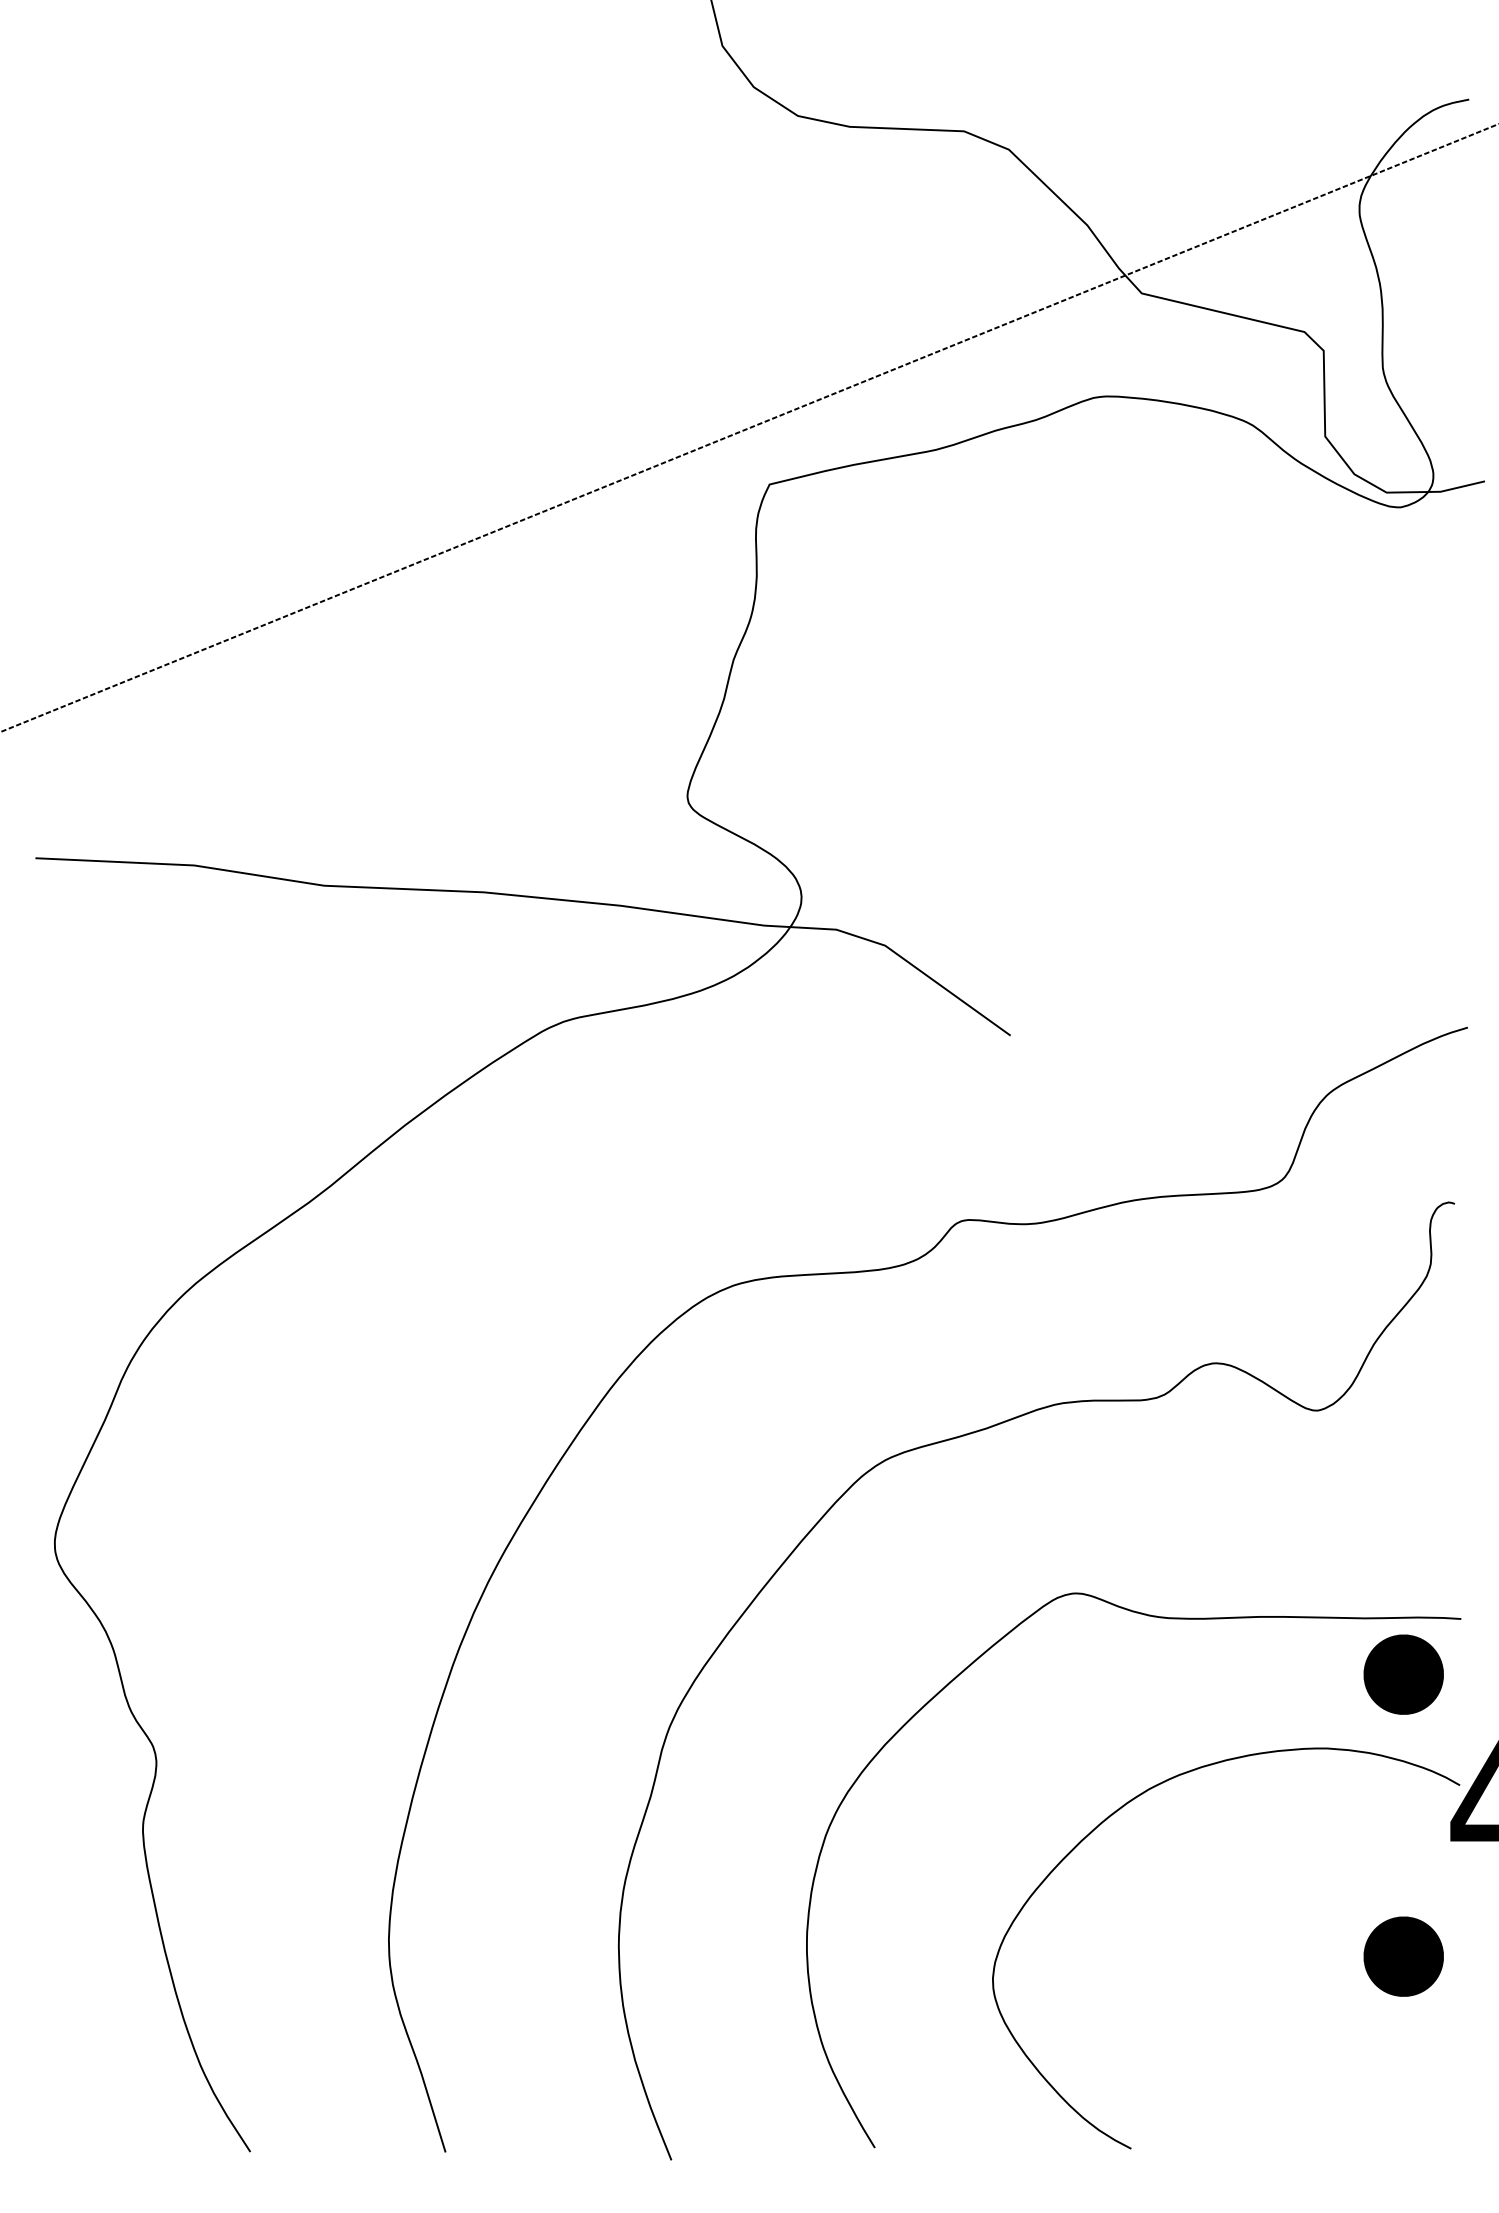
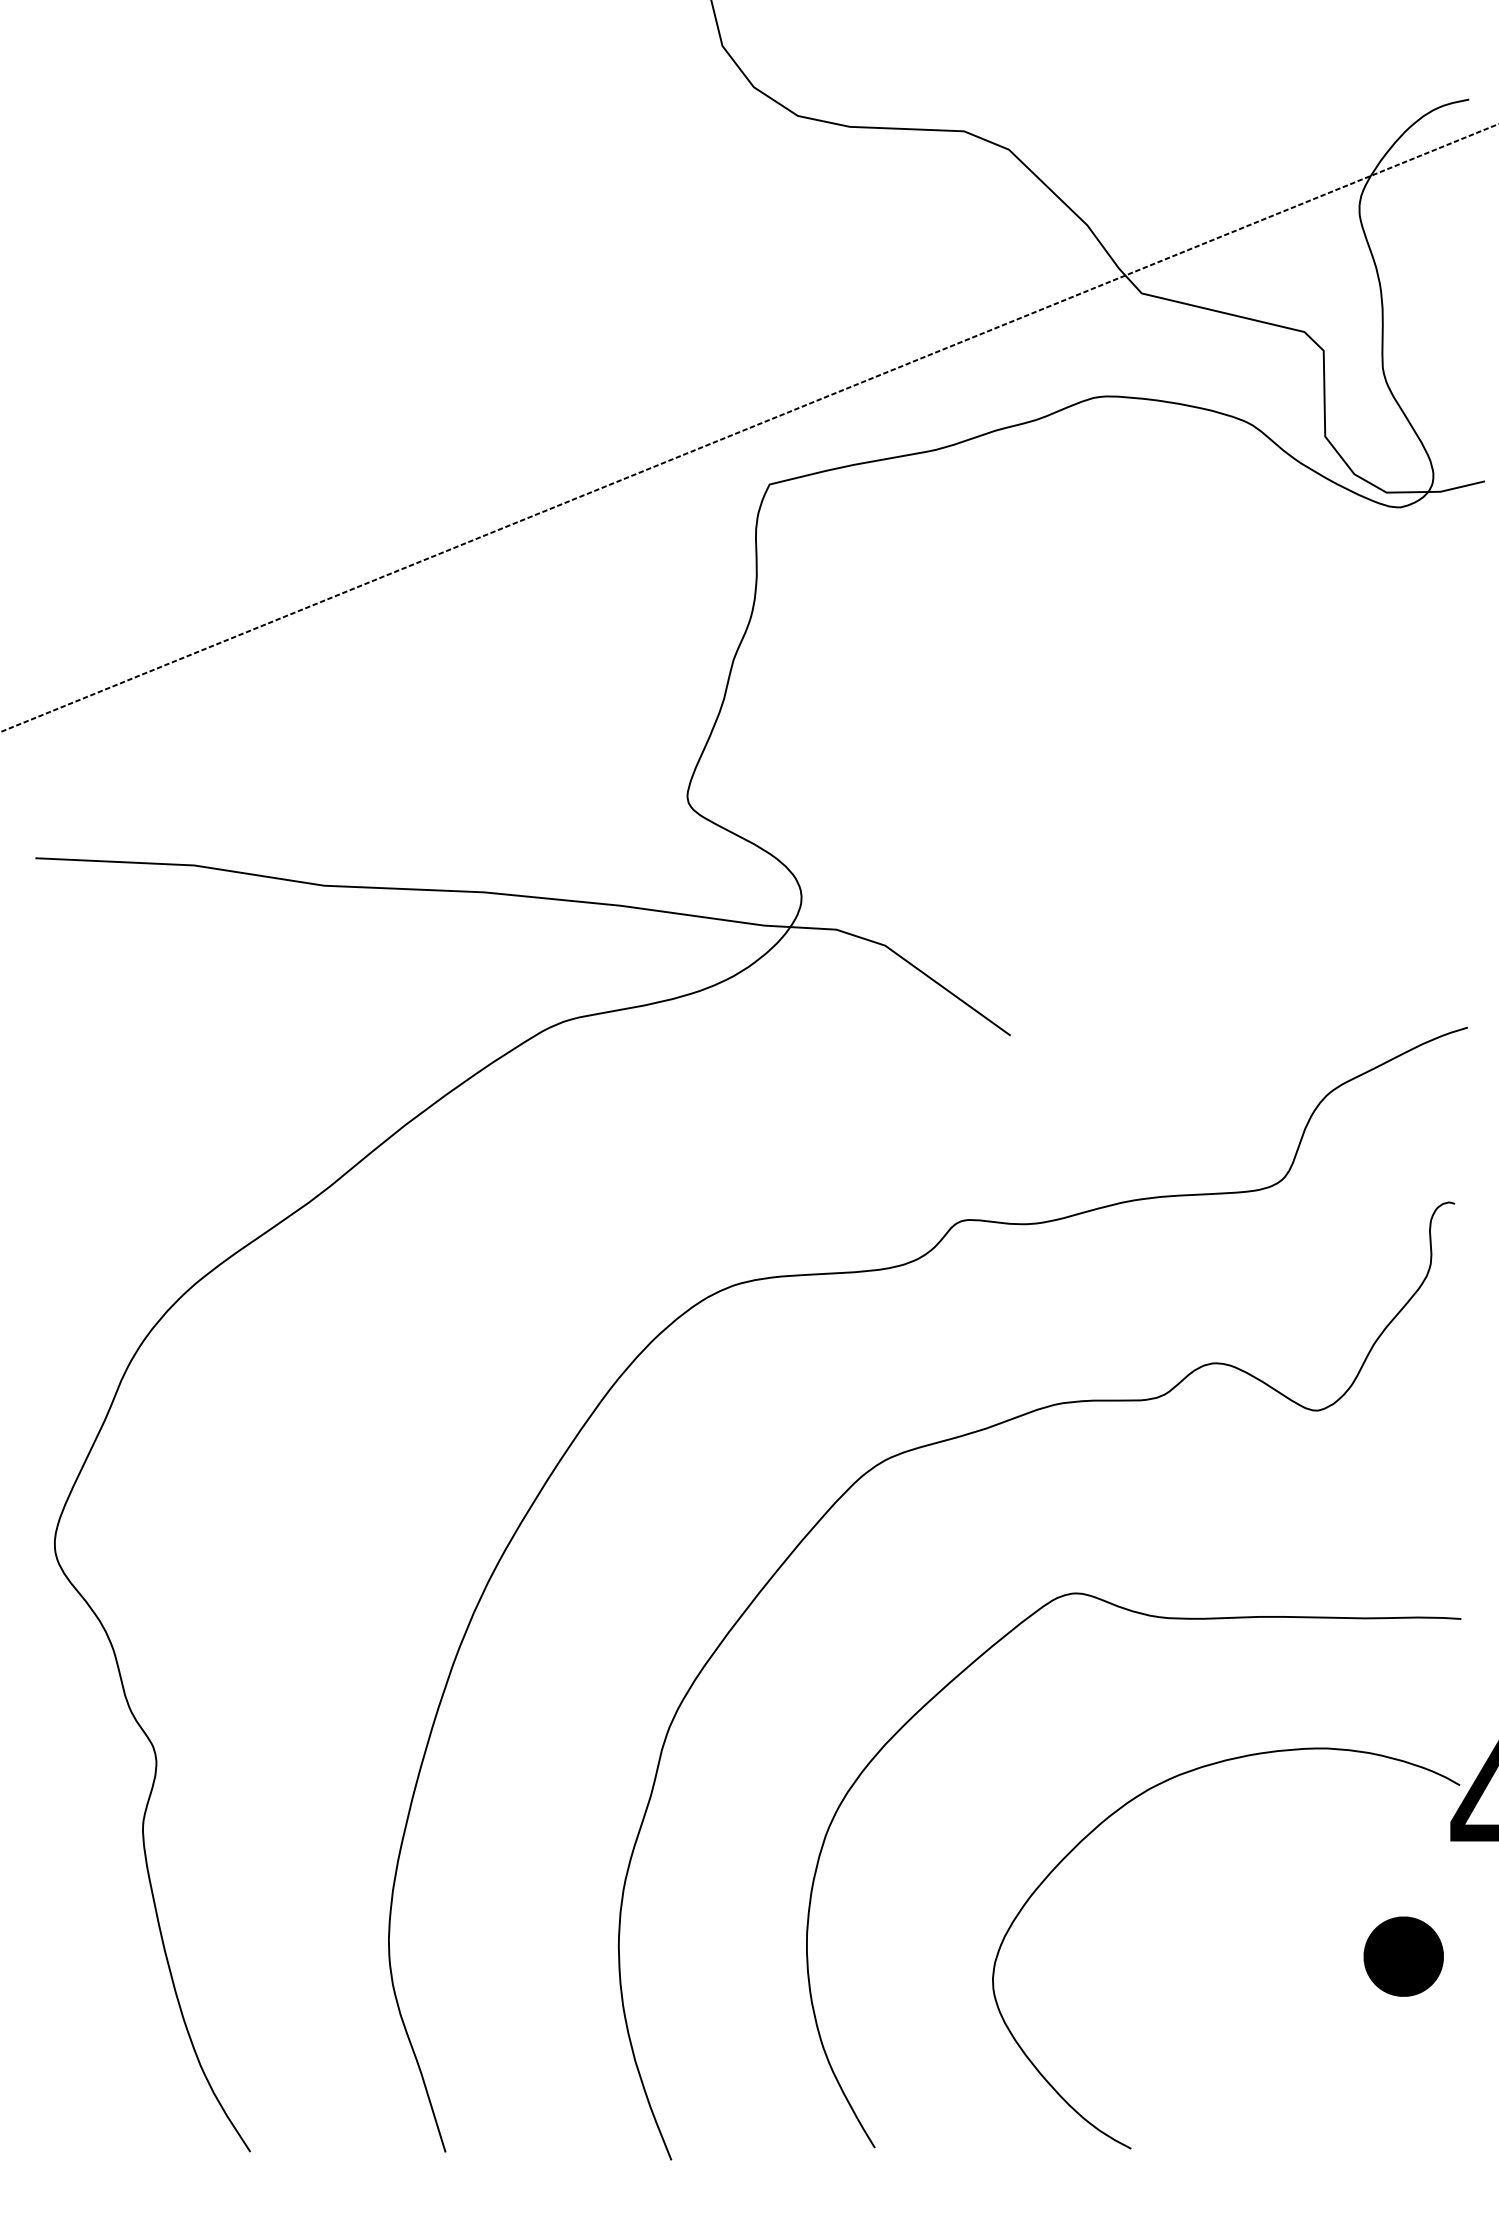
part at (1403, 1674): present -> none
